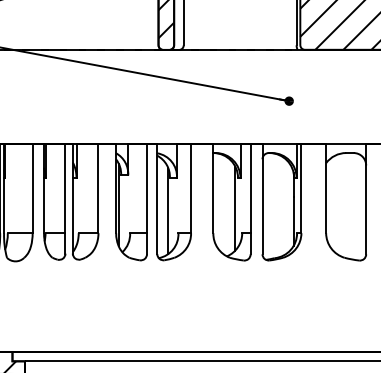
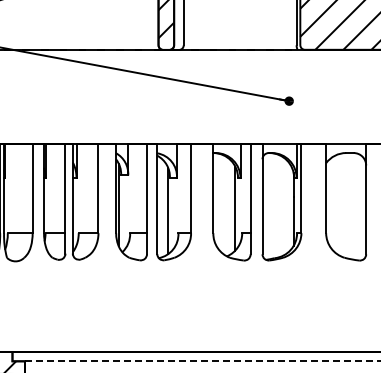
line at (202, 361): solid -> dashed
